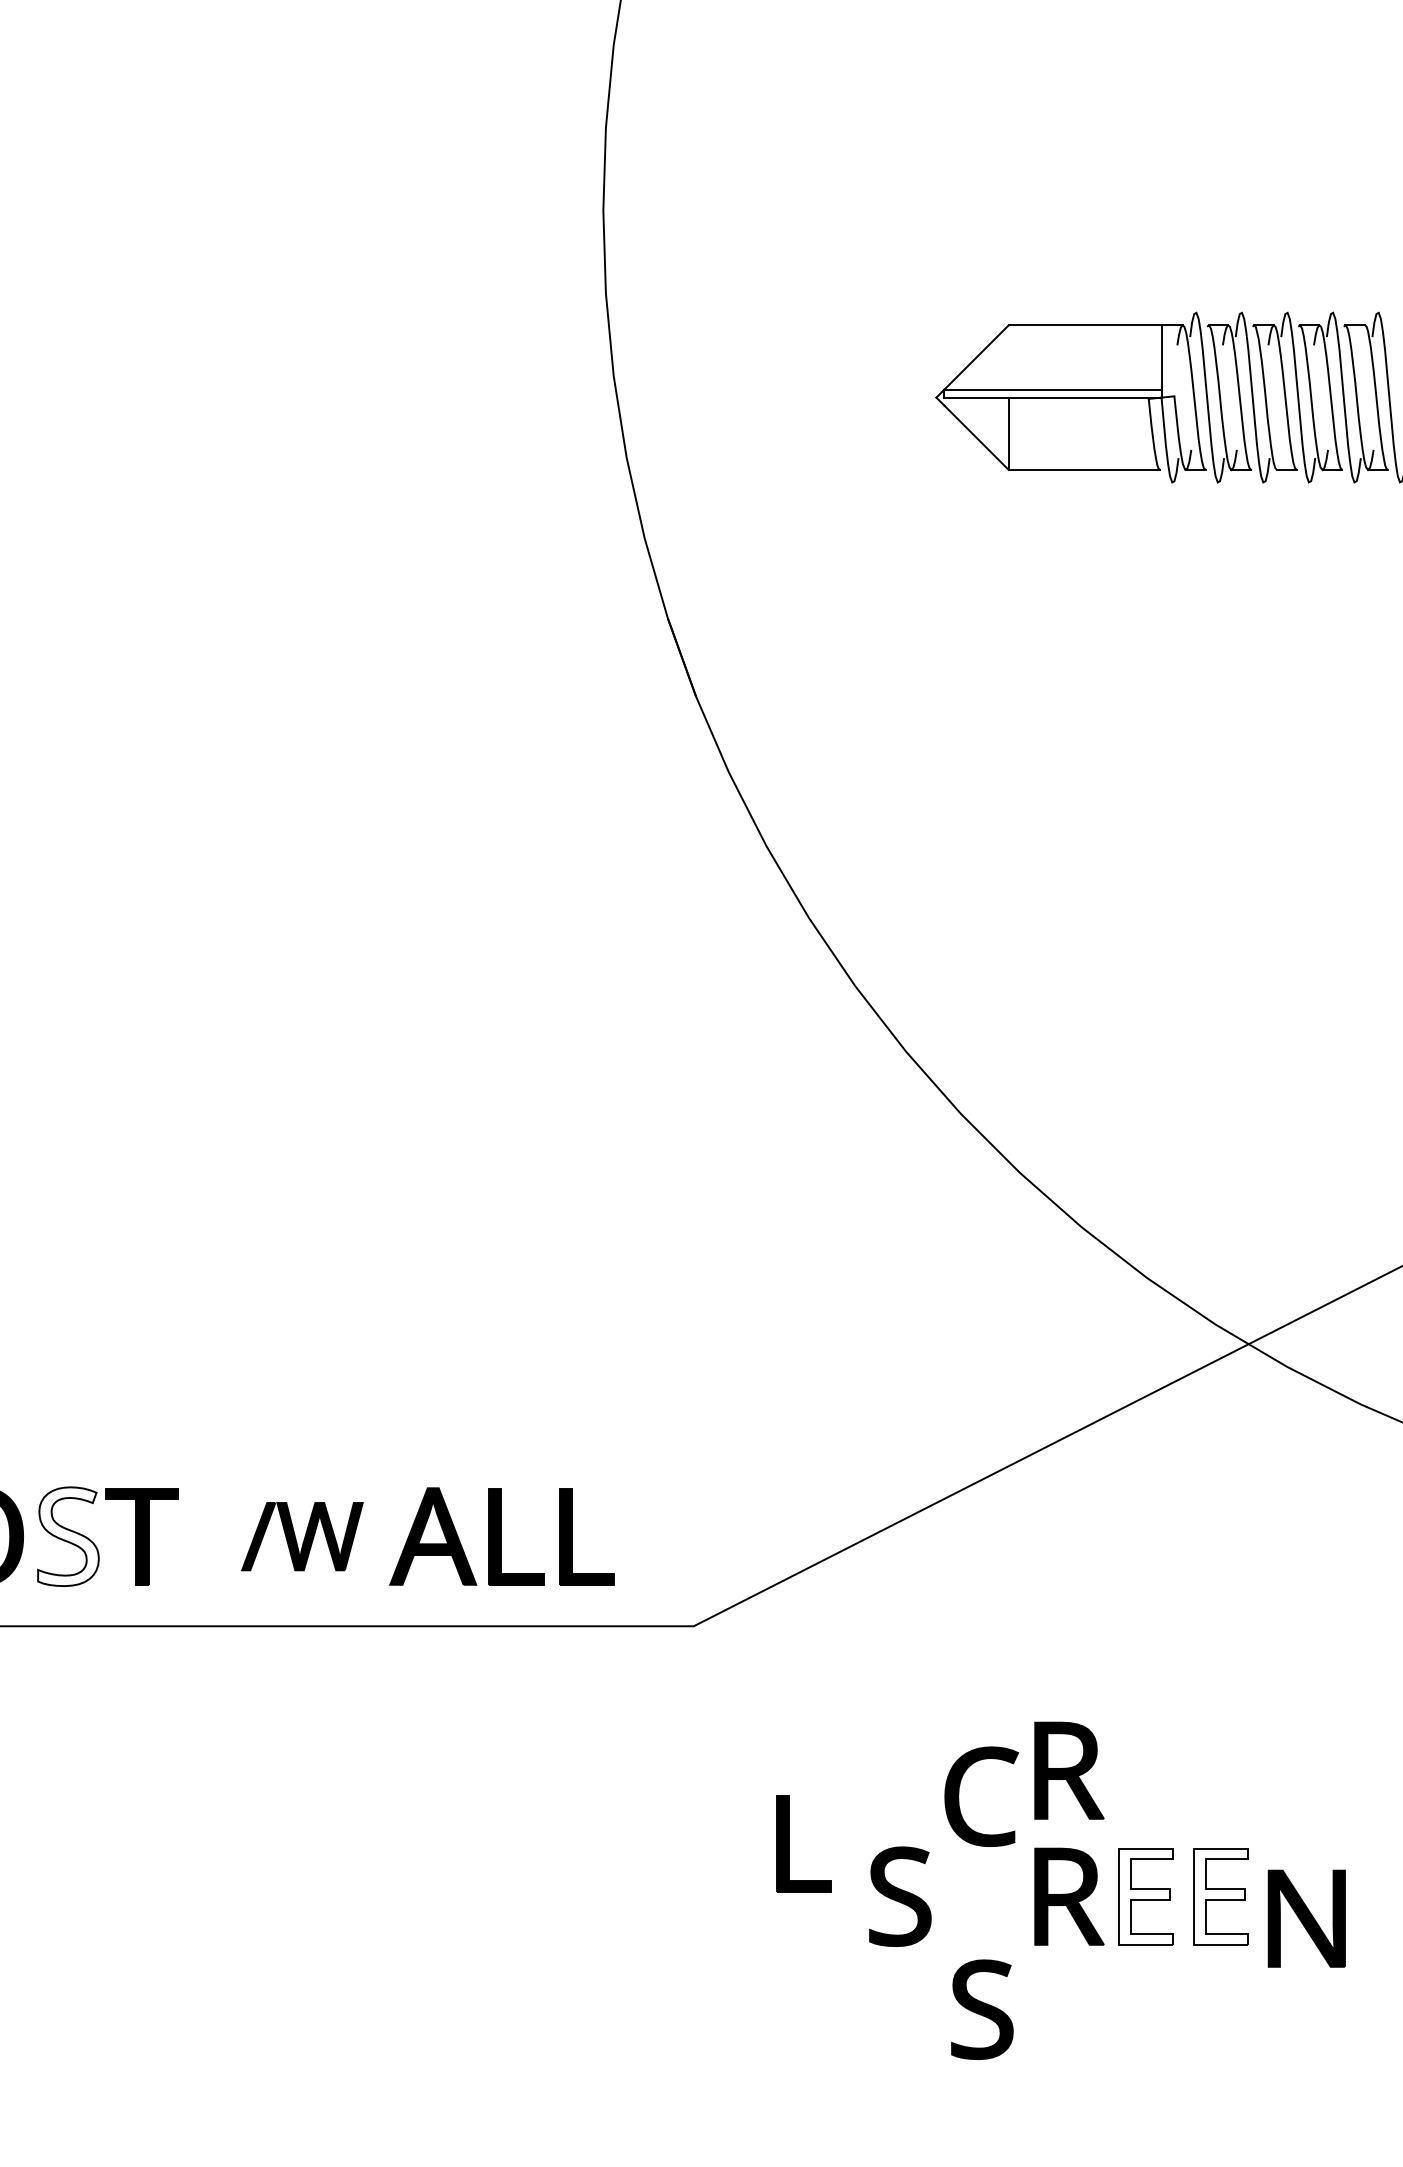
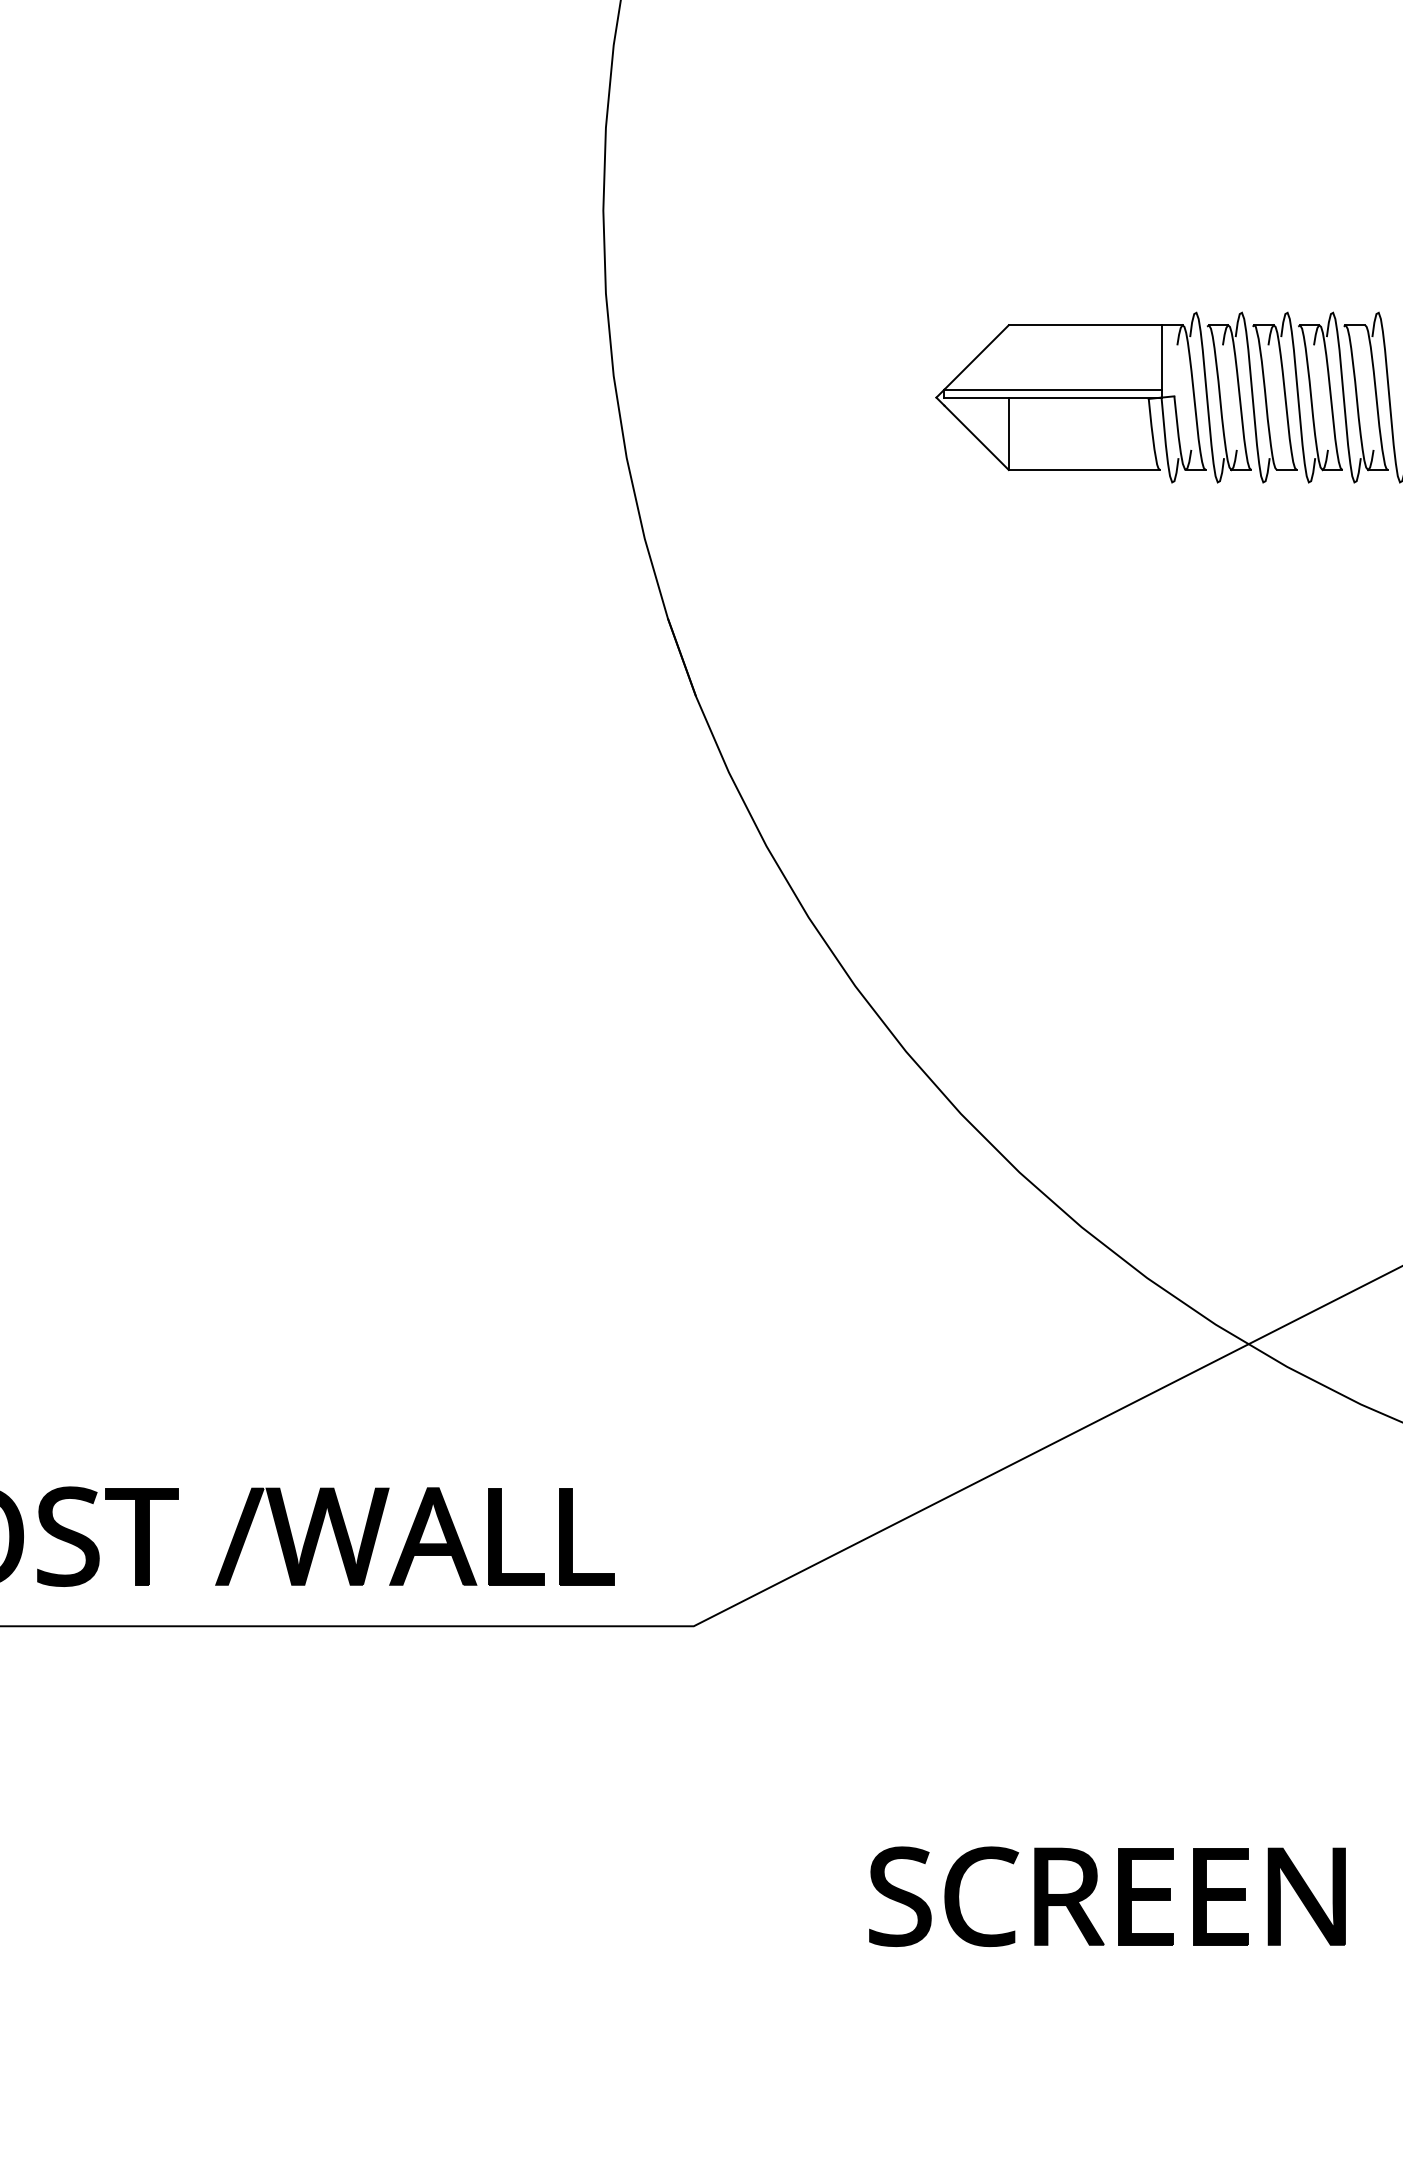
fill at (68, 1536): none -> present
part at (302, 1536) size: 123x70 px -> 175x99 px
part at (1069, 1770): present -> none
part at (959, 1795) position: (959, 1795) -> (959, 1895)
part at (789, 1843): present -> none
fill at (1145, 1896): none -> present
fill at (1220, 1896): none -> present
part at (1306, 1918) position: (1306, 1918) -> (1306, 1896)
part at (982, 2009): present -> none
